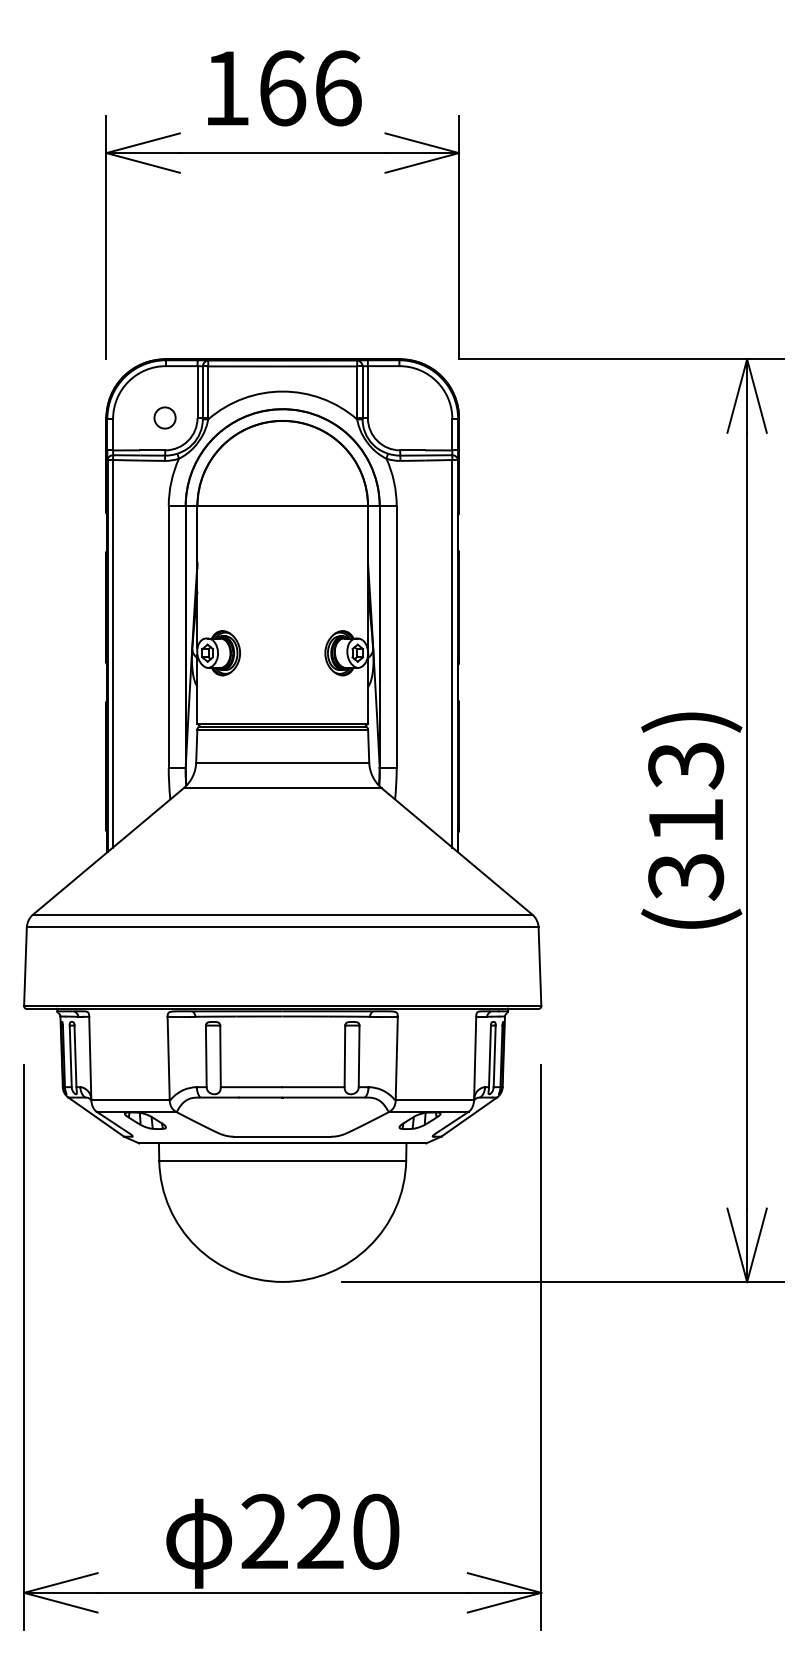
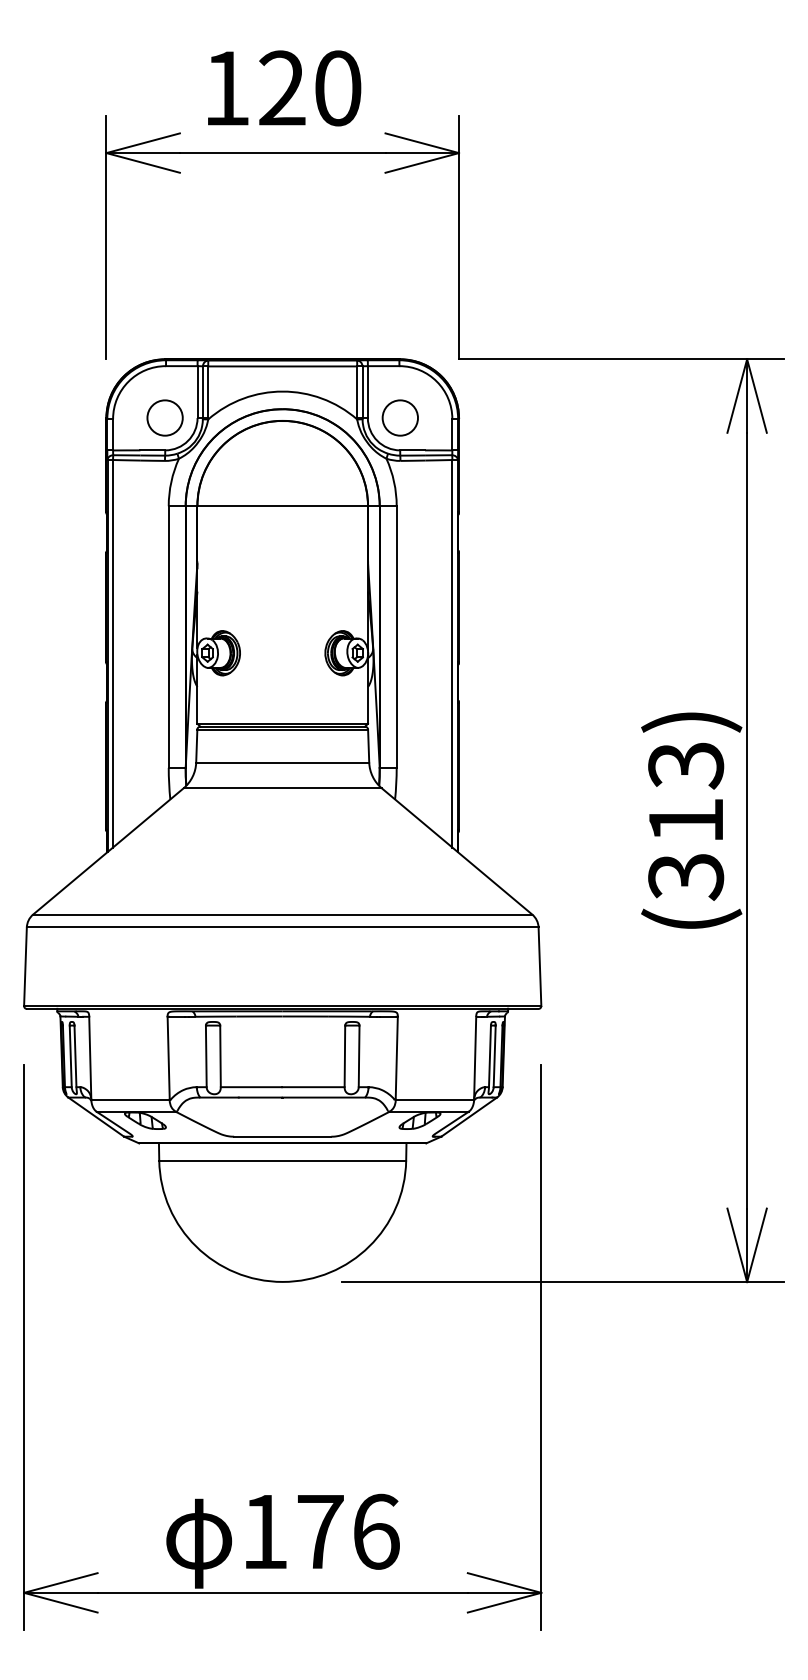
text at (310, 88): 166 -> 120
circle at (164, 417) size: 24x24 px -> 38x38 px
circle at (399, 417): none -> present
text at (320, 1531): 220 -> 176
